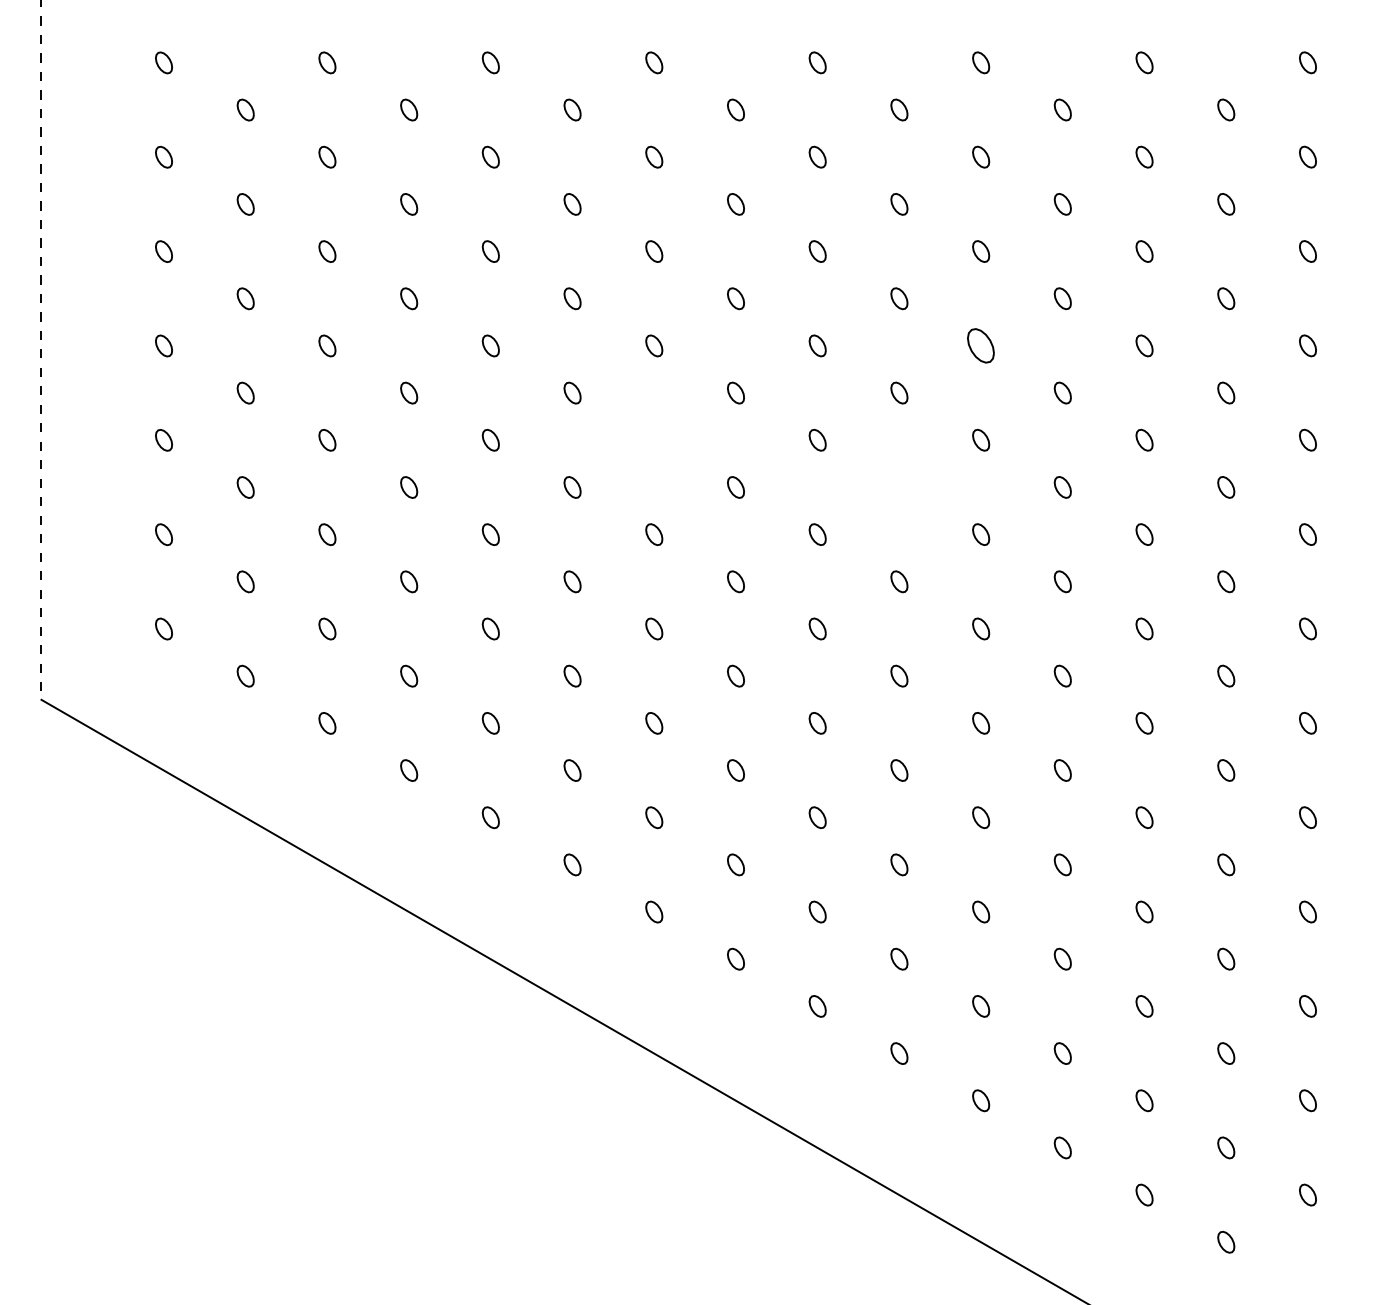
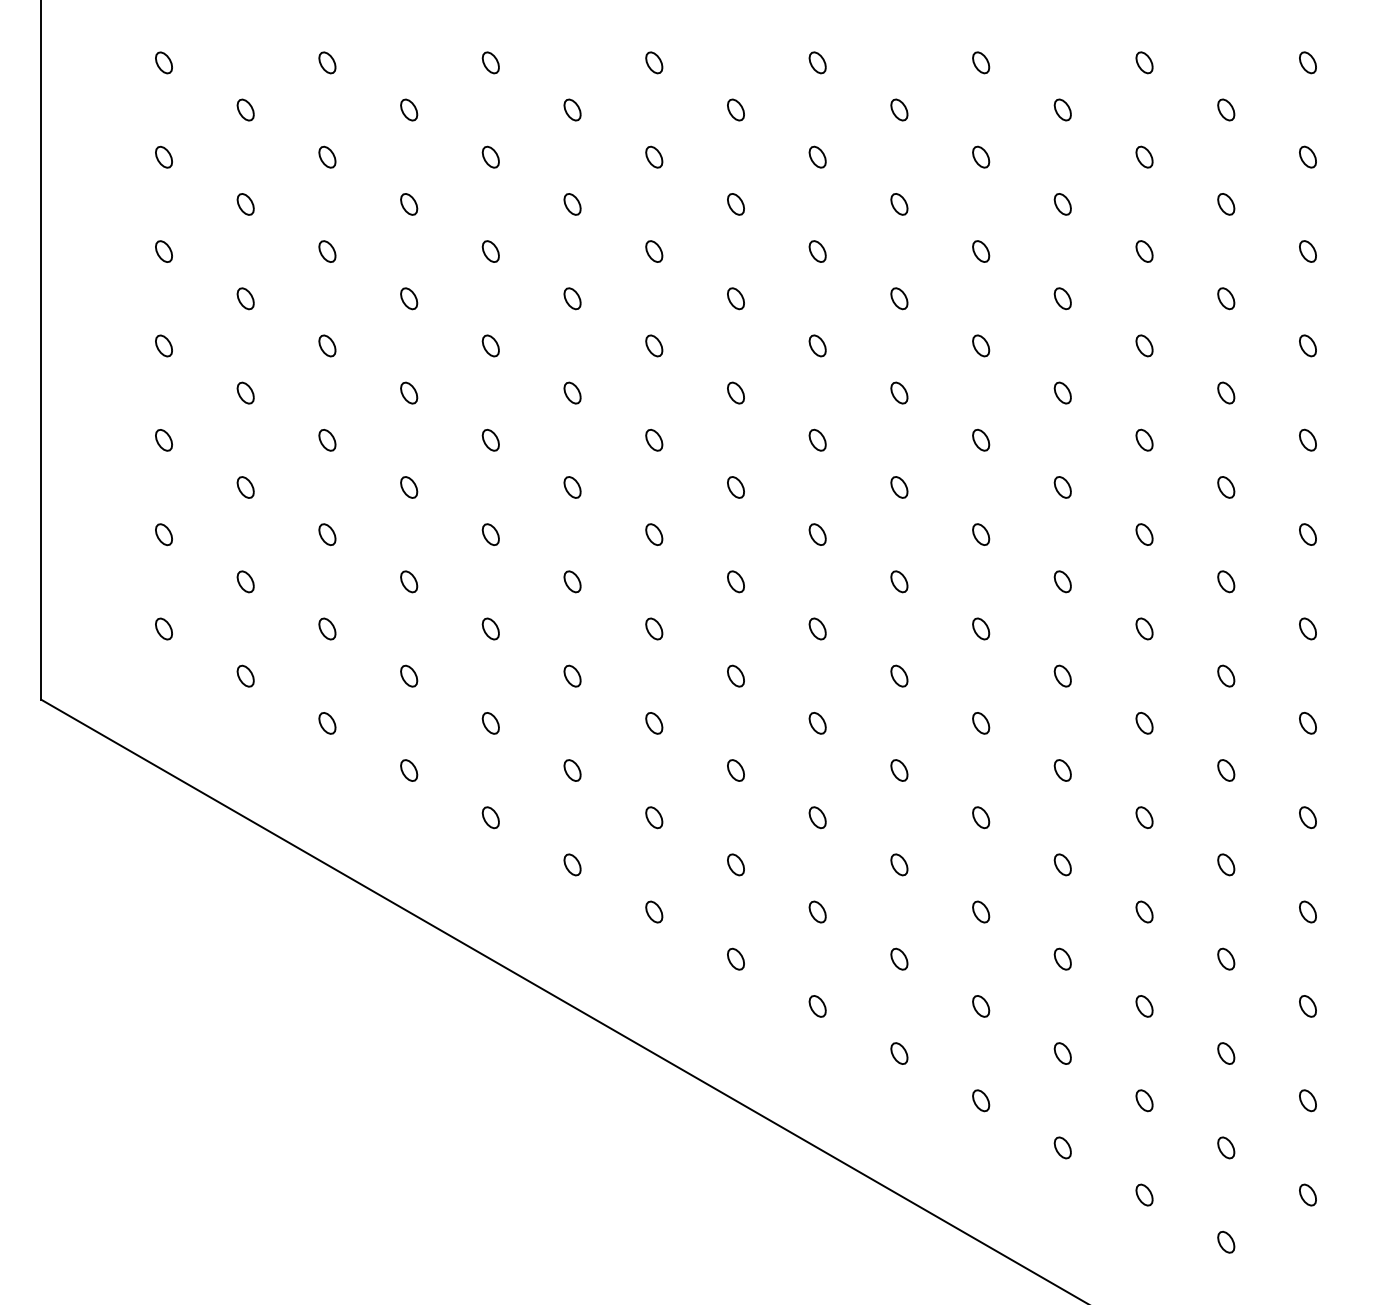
part at (980, 345) size: 28x36 px -> 19x24 px
line at (41, 350): dashed -> solid
part at (654, 440): none -> present
part at (899, 487): none -> present
